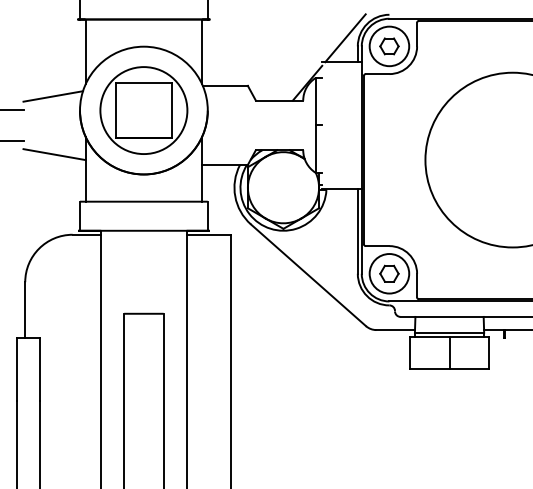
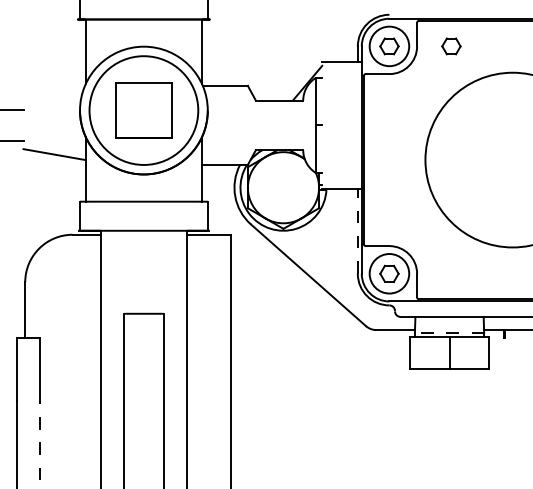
line at (345, 38): present -> none
part at (451, 46): none -> present
line at (53, 96): present -> none
circle at (143, 110) diameter: 87 px -> 109 px
line at (357, 231): solid -> dashed
line at (449, 332): solid -> dashed
line at (40, 444): solid -> dashed
